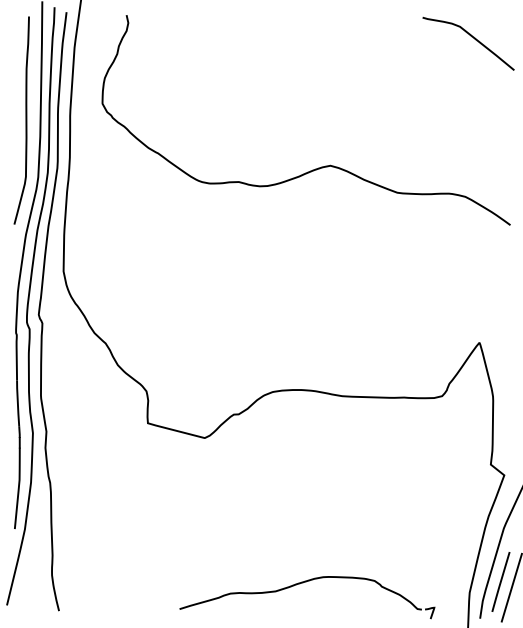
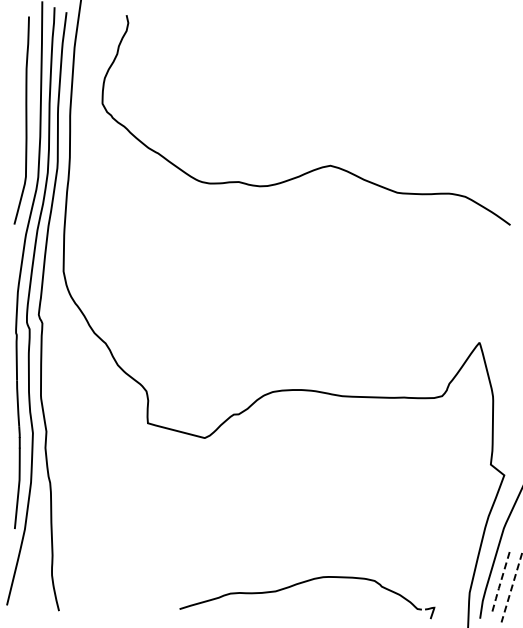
curve at (471, 37): present -> none
line at (500, 582): solid -> dashed
line at (511, 588): solid -> dashed
